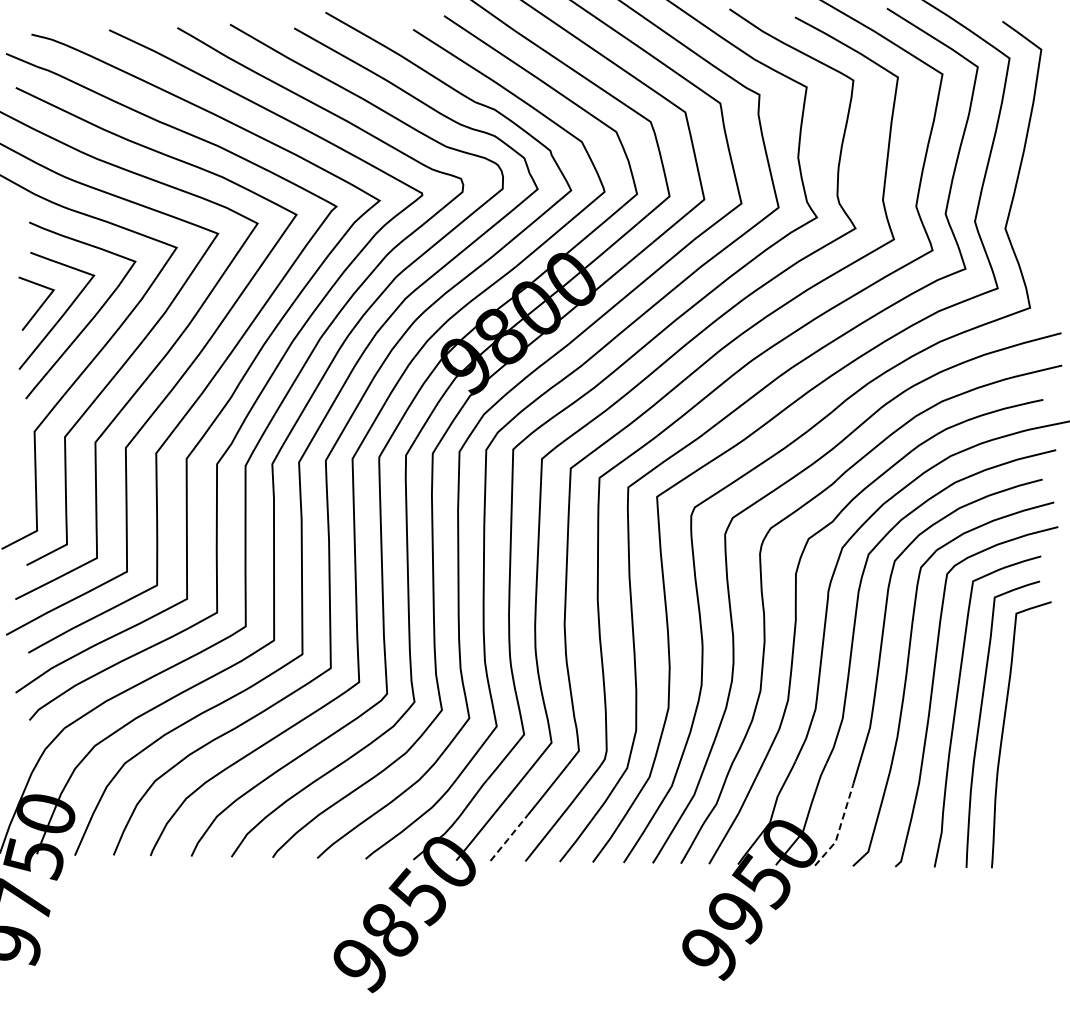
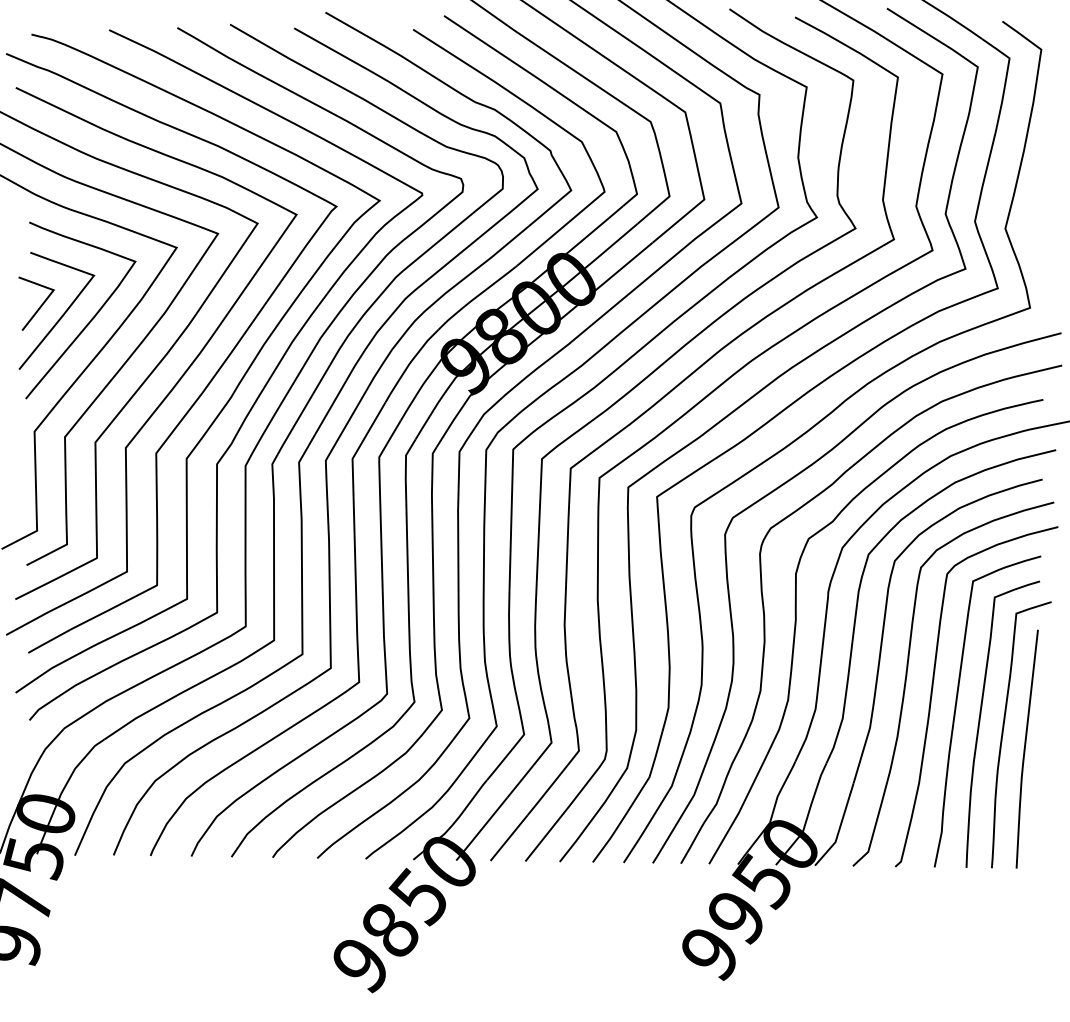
curve at (1025, 748): none -> present
line at (840, 827): dashed -> solid
line at (509, 838): dashed -> solid
